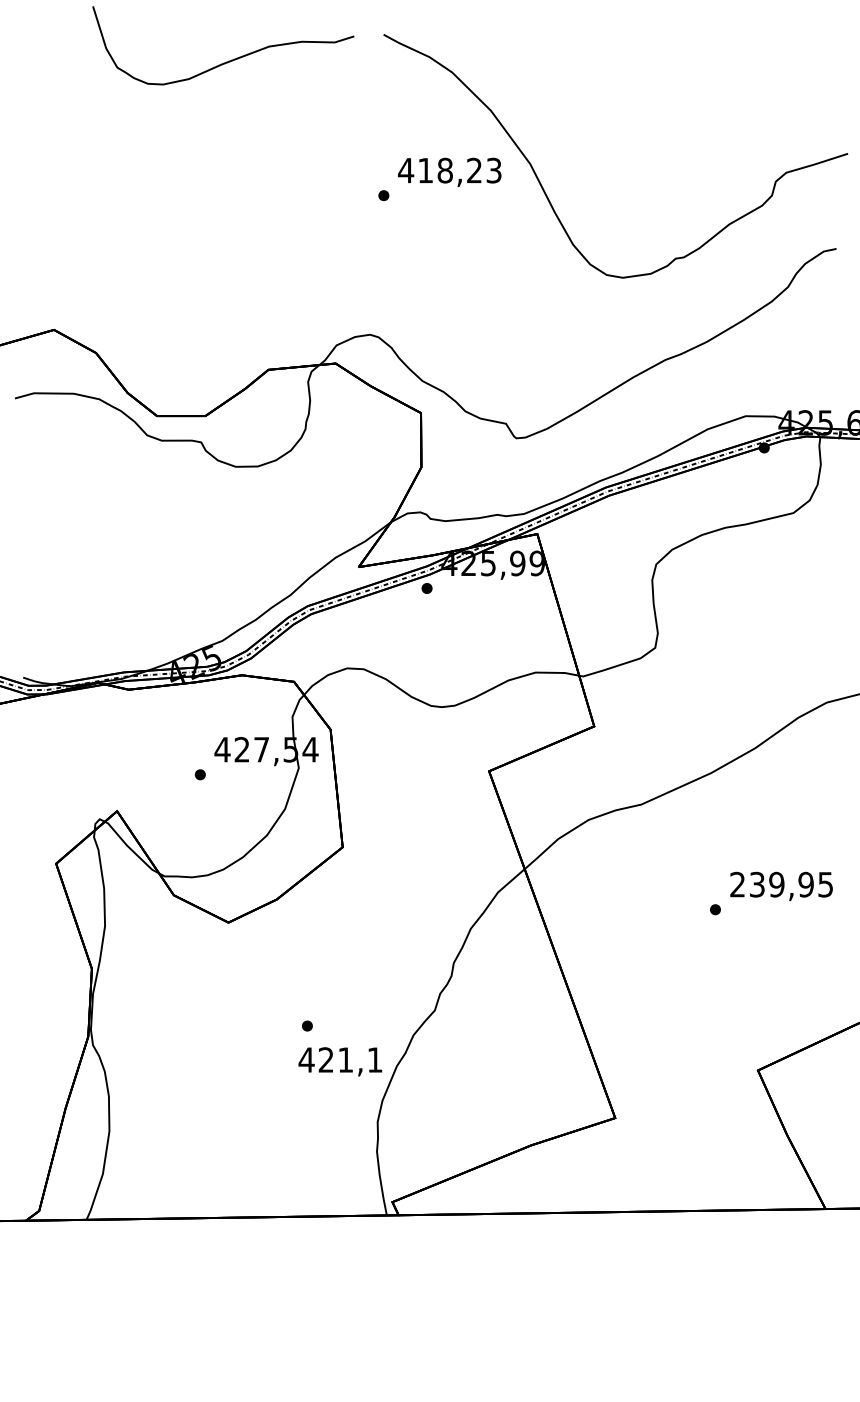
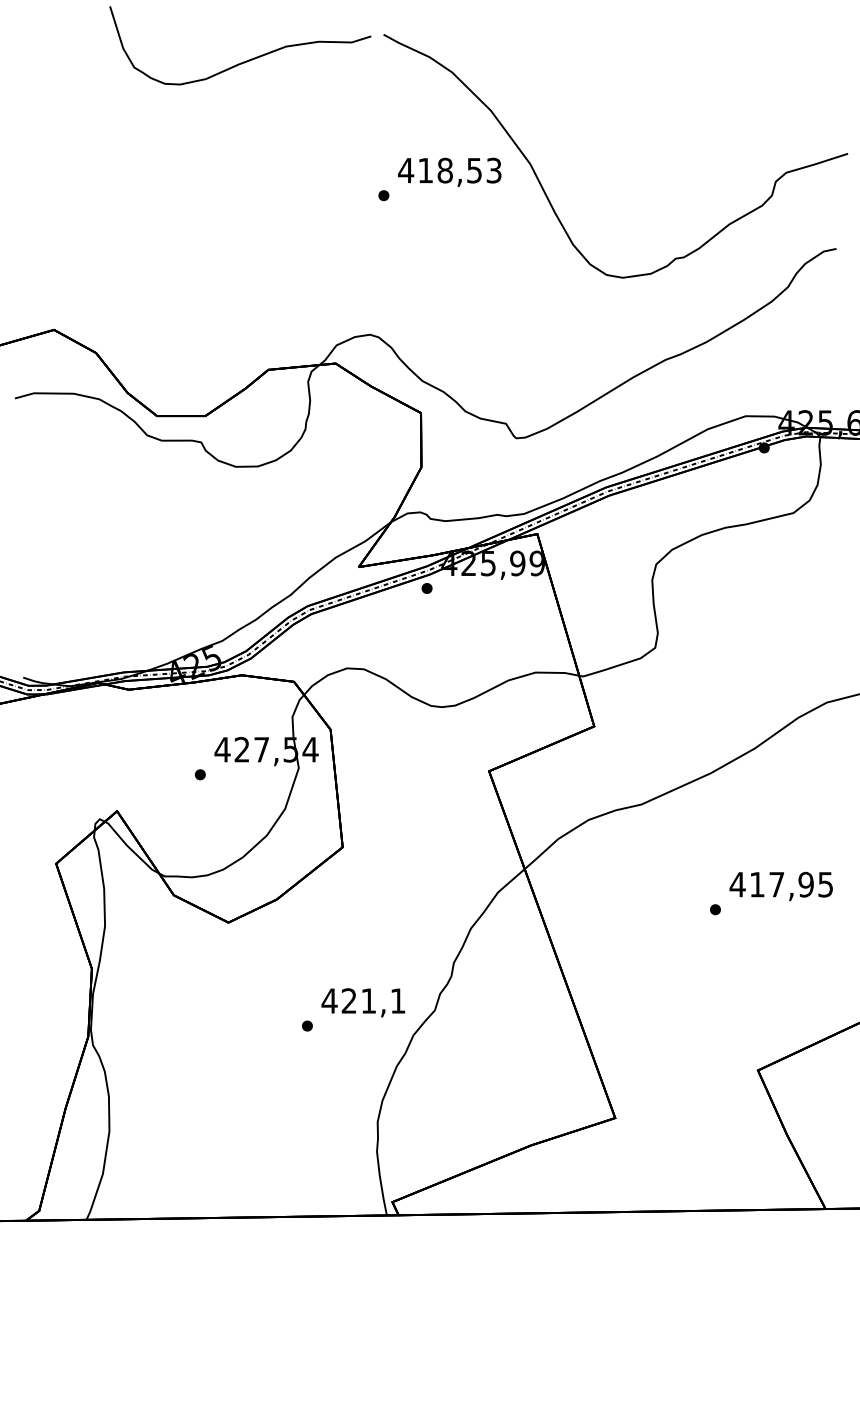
curve at (231, 59) position: (231, 59) -> (248, 59)
text at (474, 170): 418,23 -> 418,53
text at (756, 884): 239,95 -> 417,95
text at (340, 1061) position: (340, 1061) -> (363, 1002)
